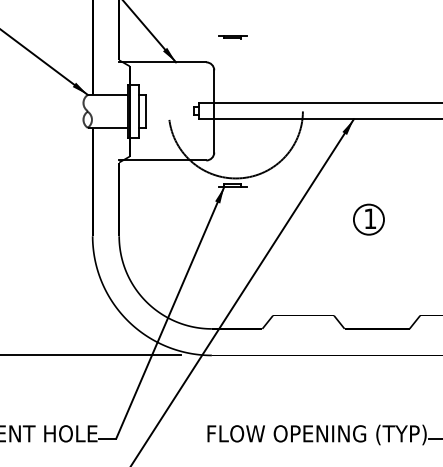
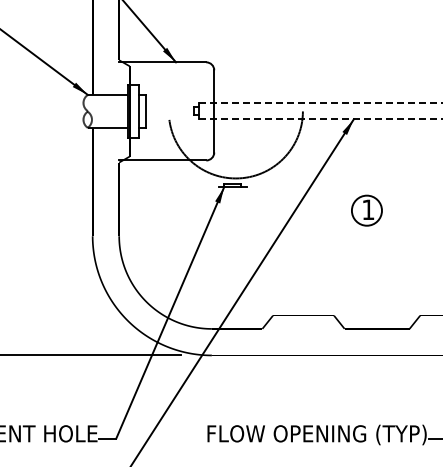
line at (232, 37): present -> none
line at (320, 103): solid -> dashed
line at (320, 119): solid -> dashed
part at (368, 219) position: (368, 219) -> (366, 210)
